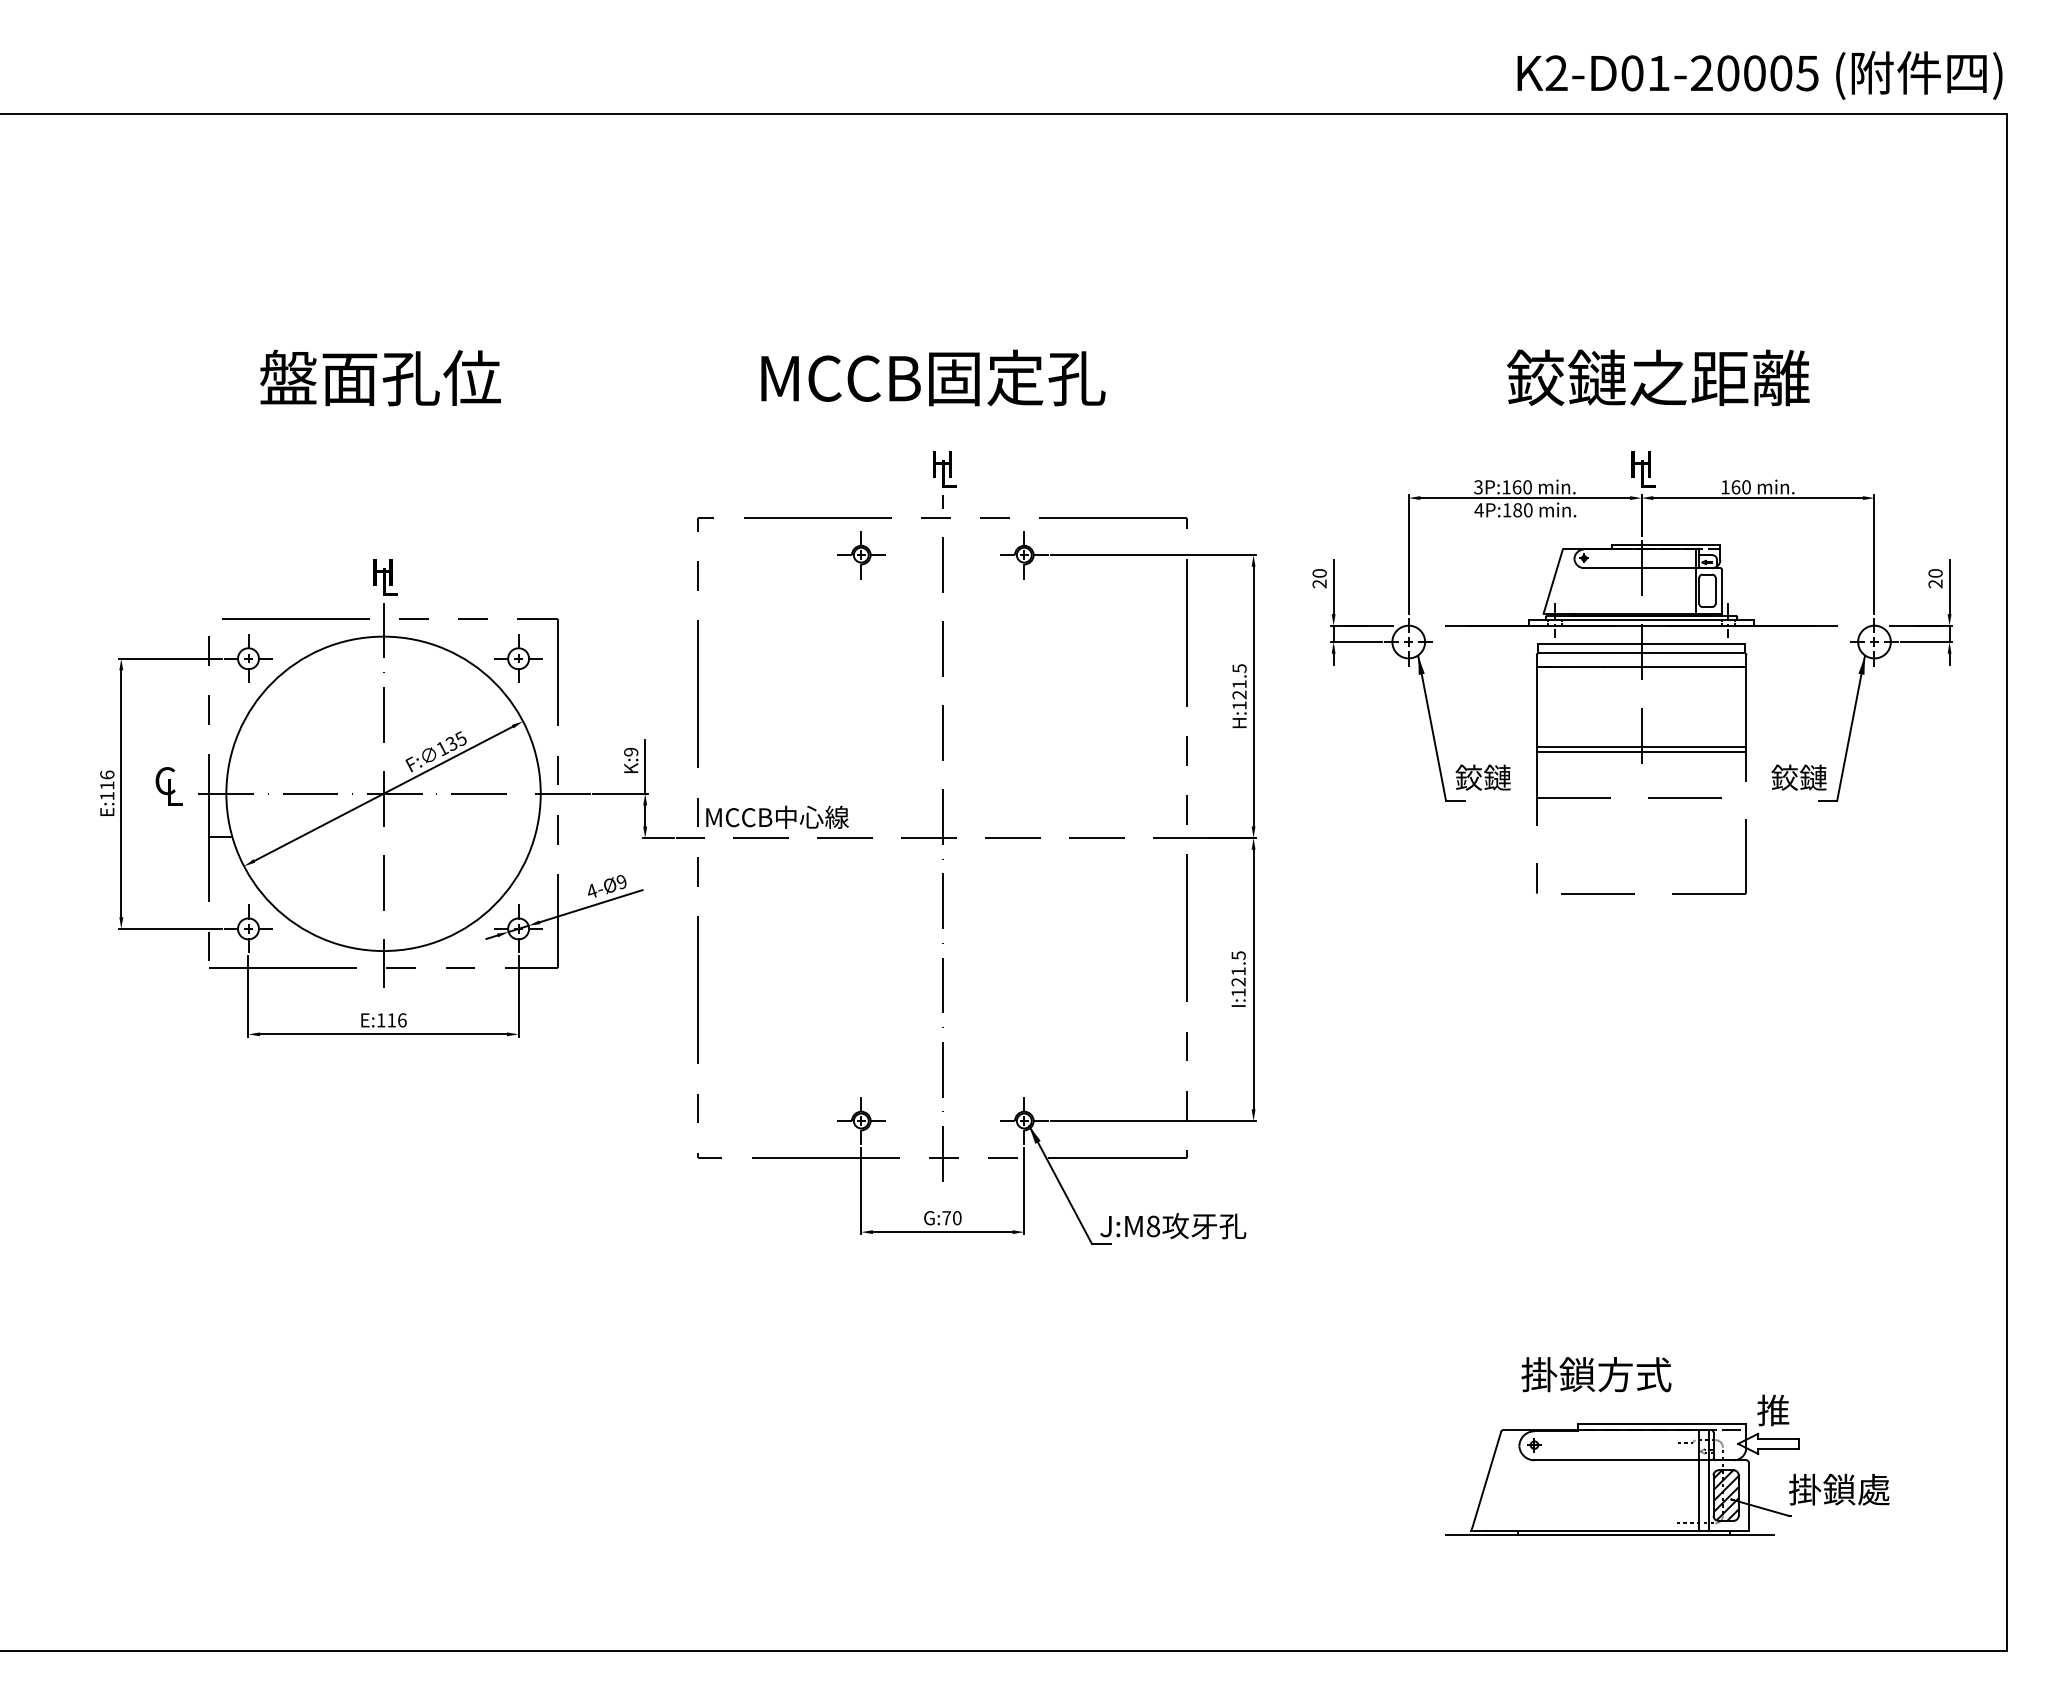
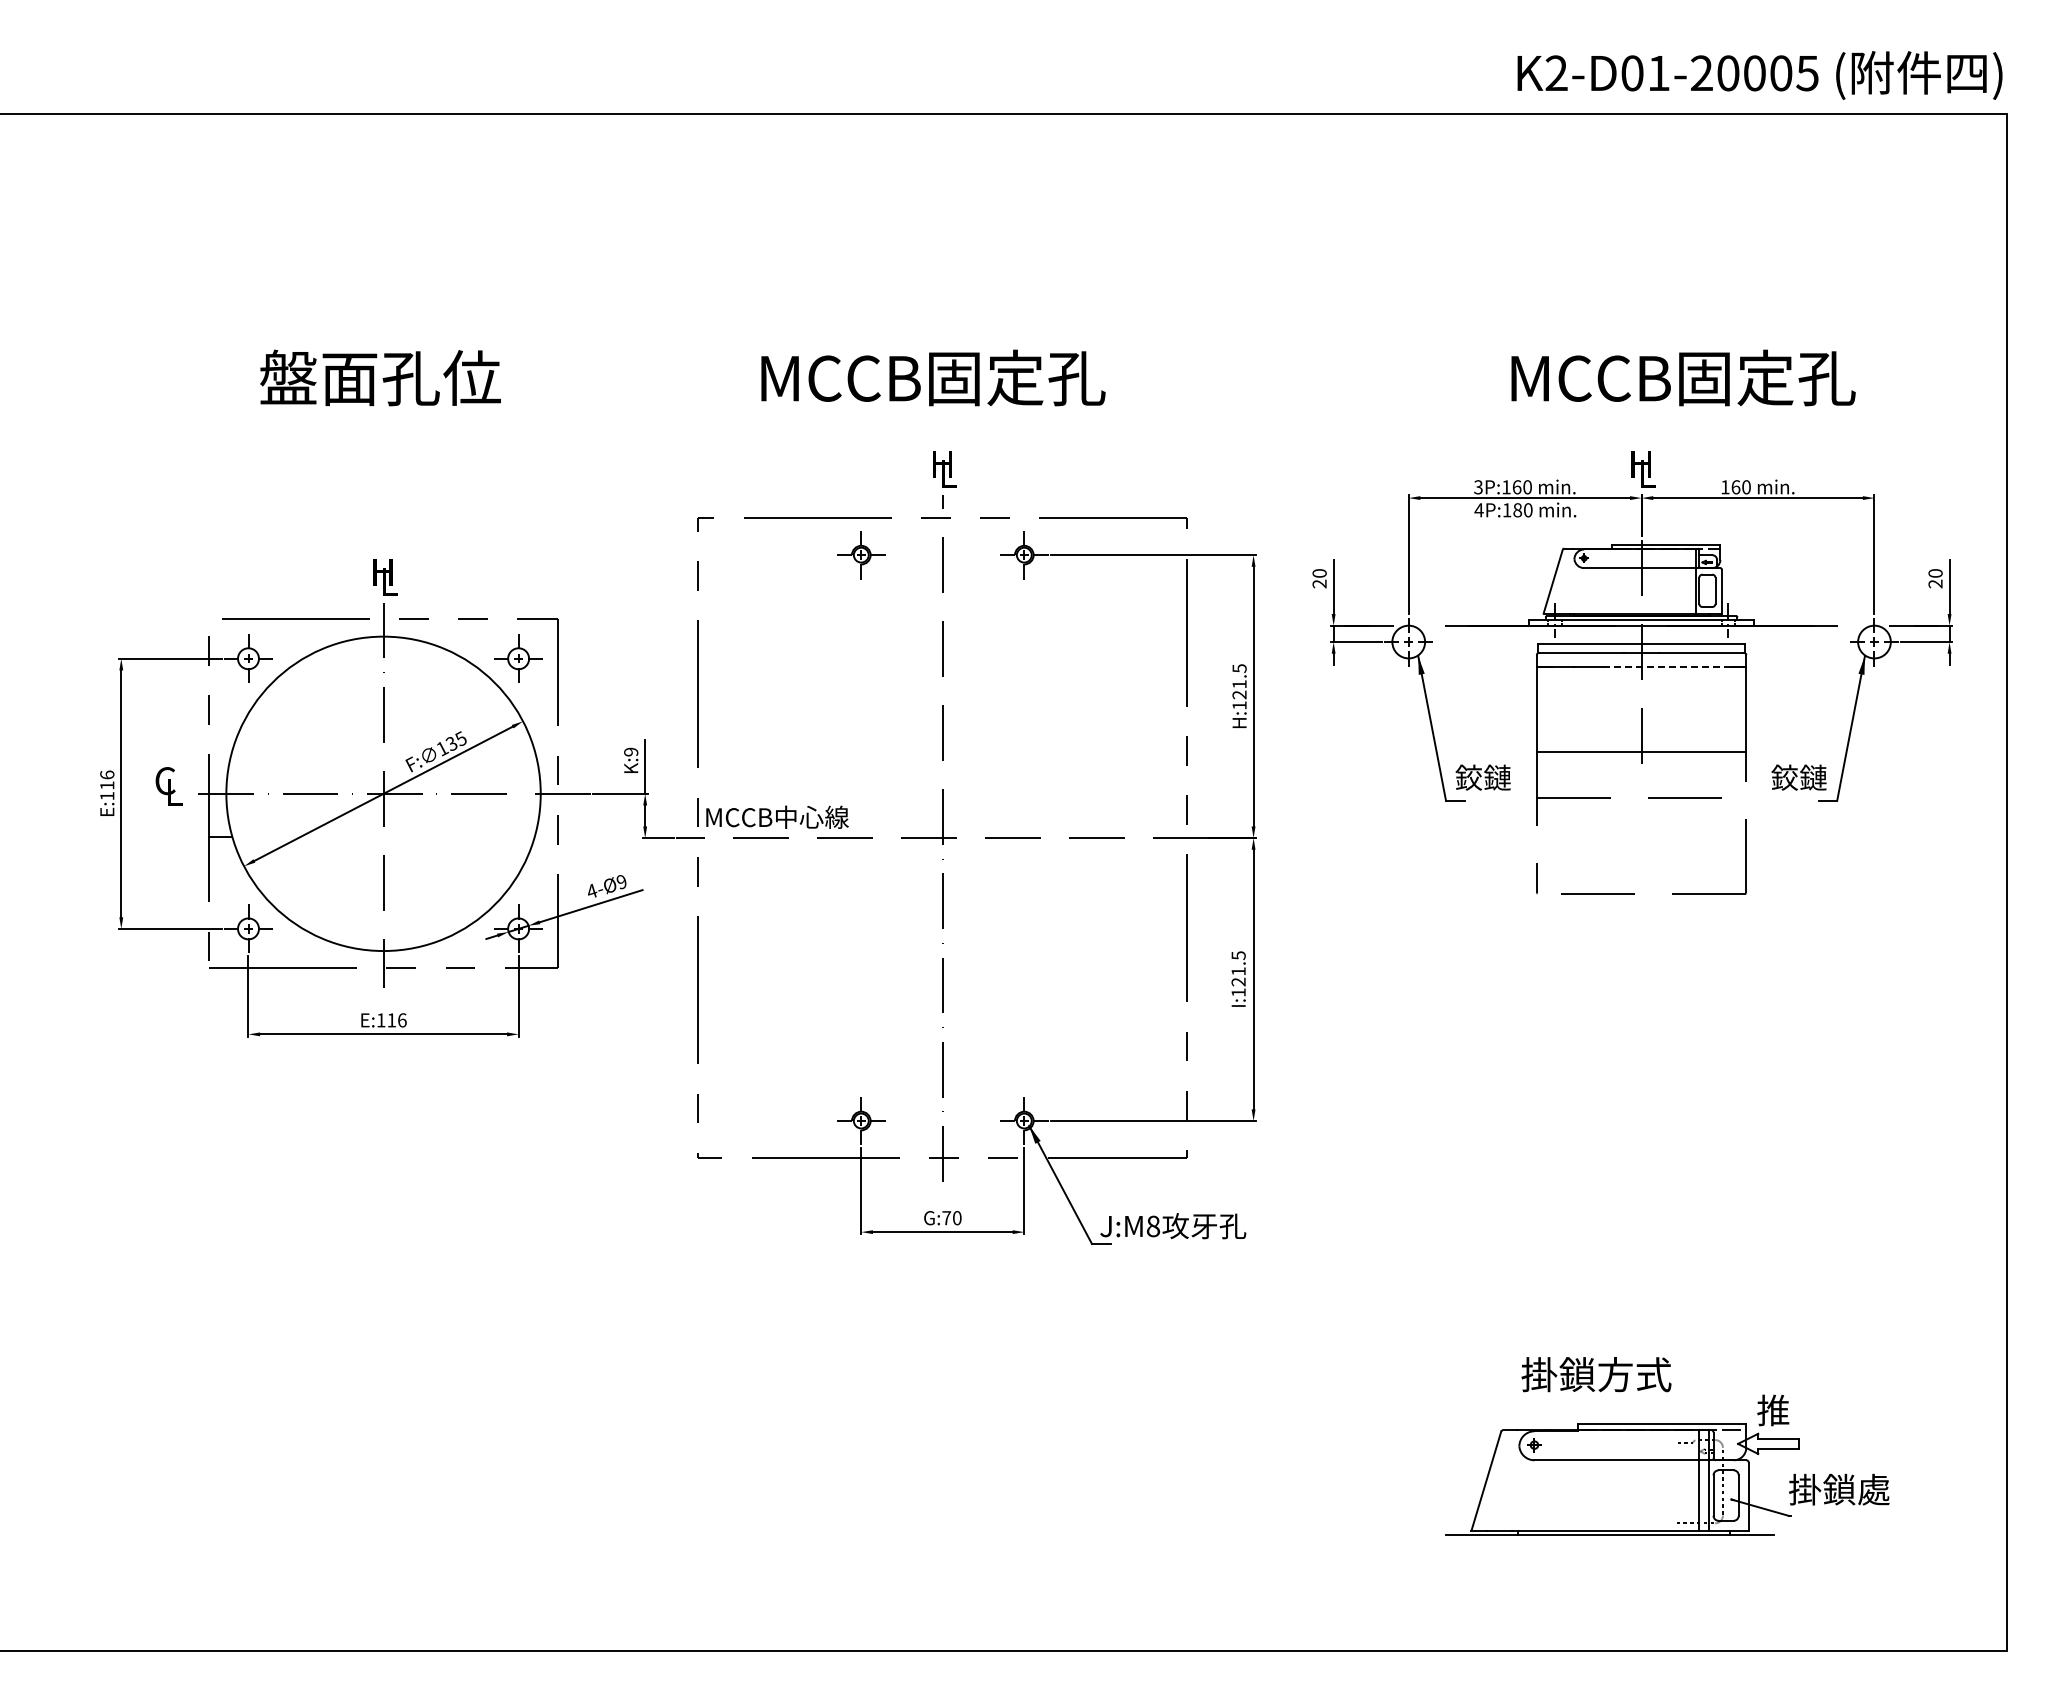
text at (1680, 377): 鉸鏈之距離 -> MCCB固定孔
line at (1667, 666): solid -> dashed
line at (1641, 747): present -> none
hatch at (1725, 1495): present -> none
